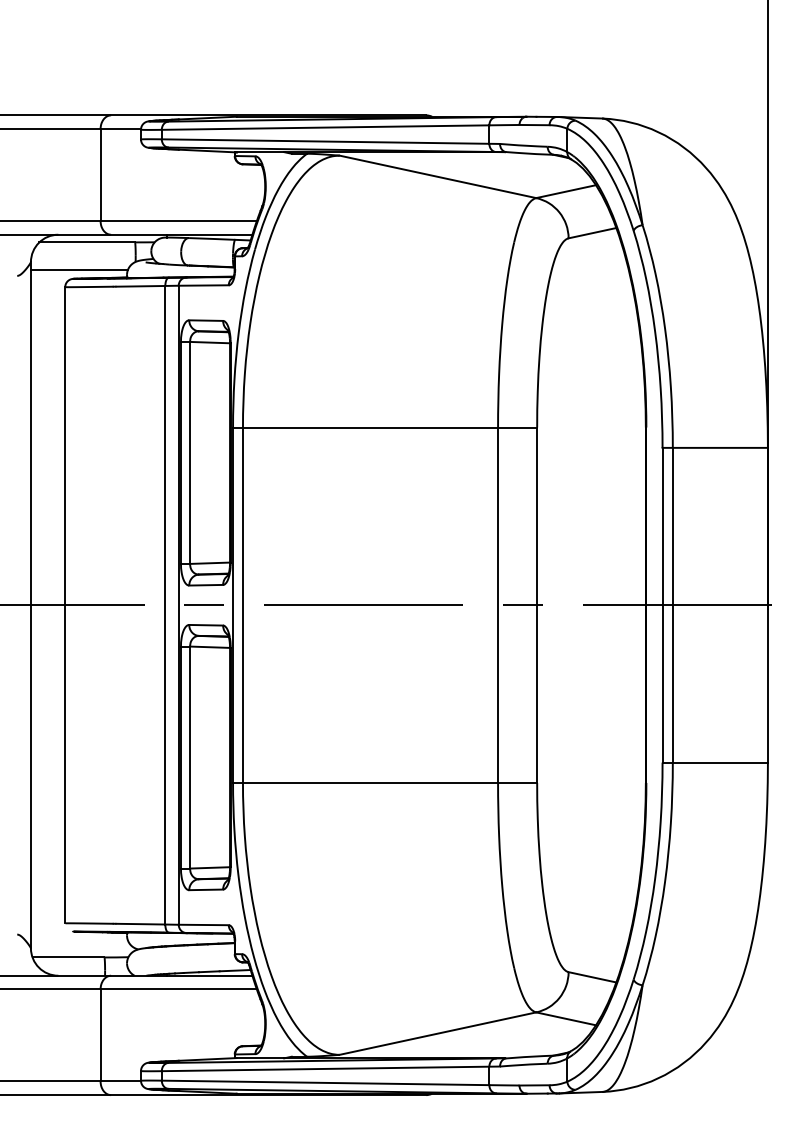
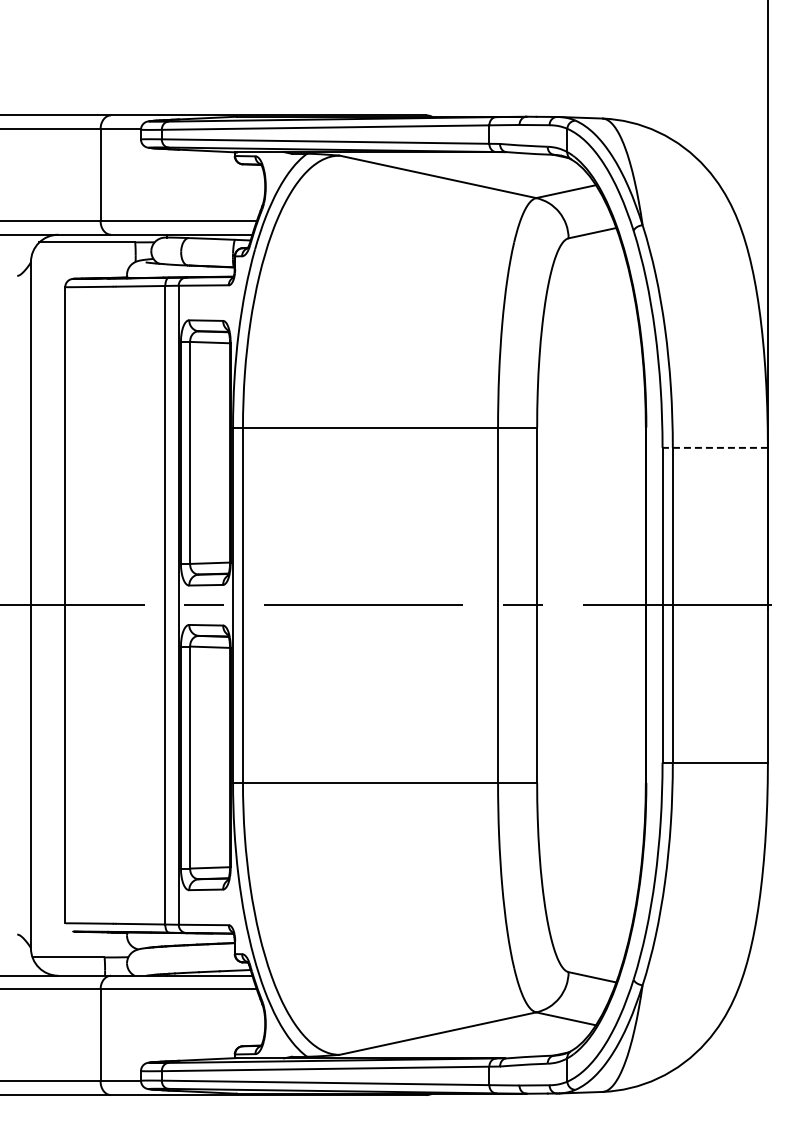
line at (78, 269): present -> none
line at (715, 447): solid -> dashed
